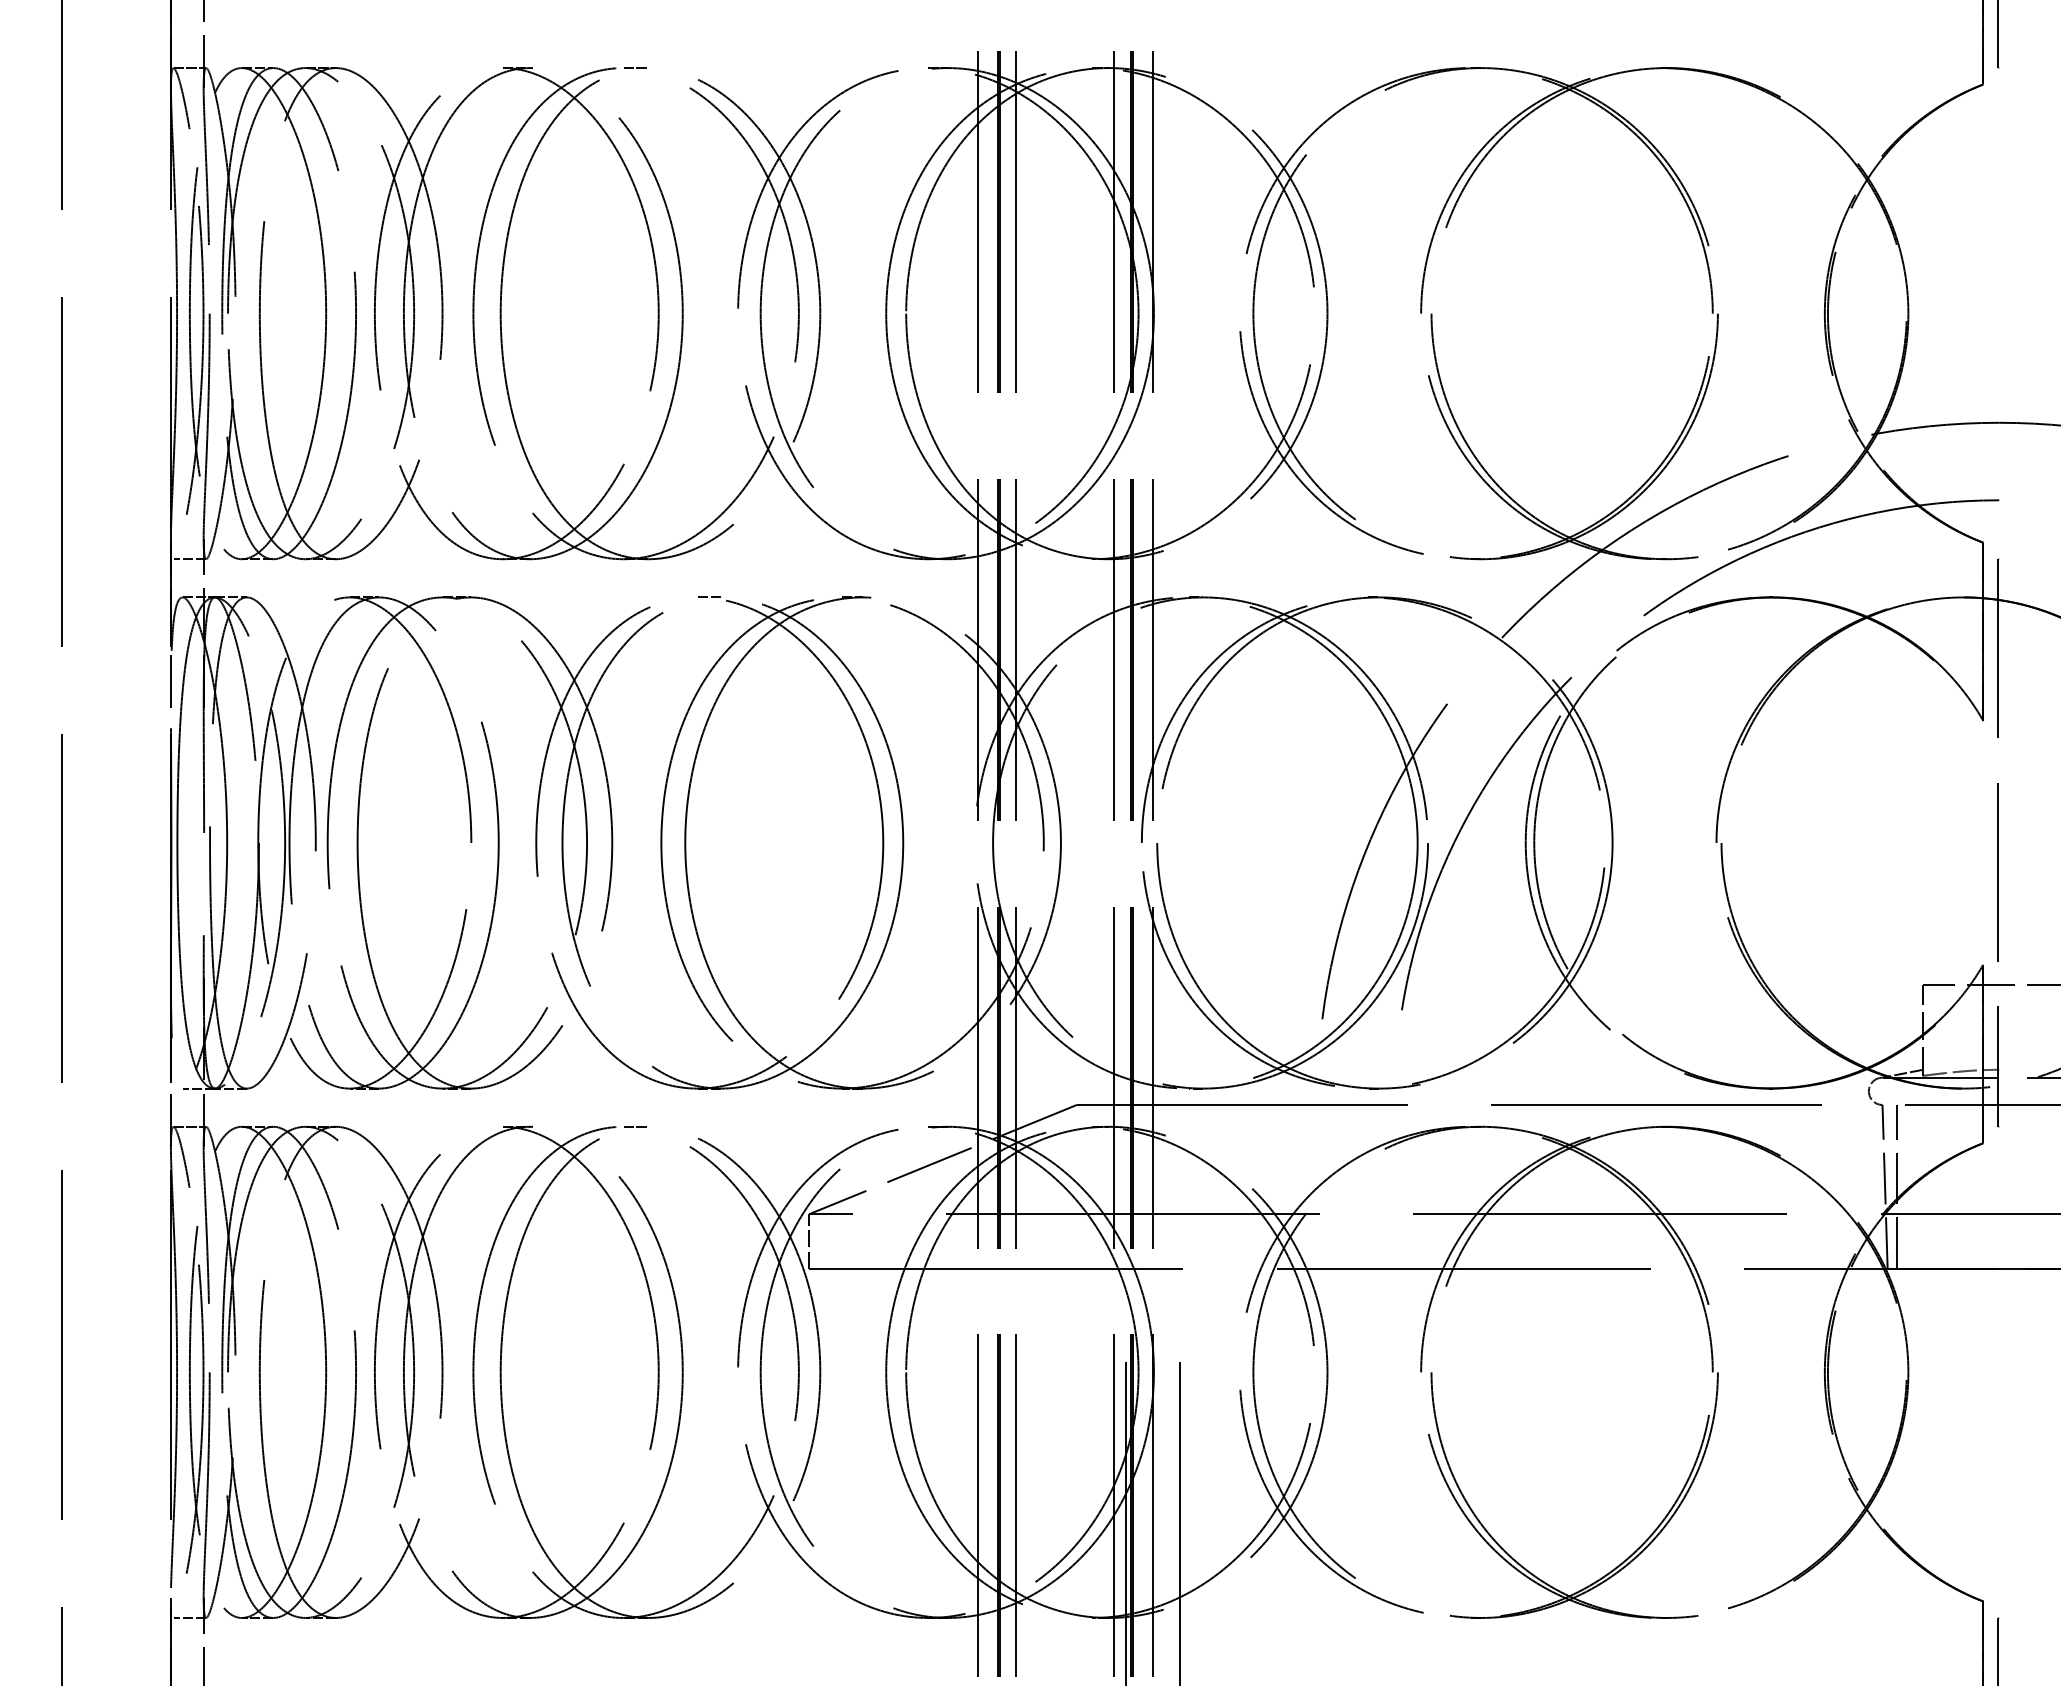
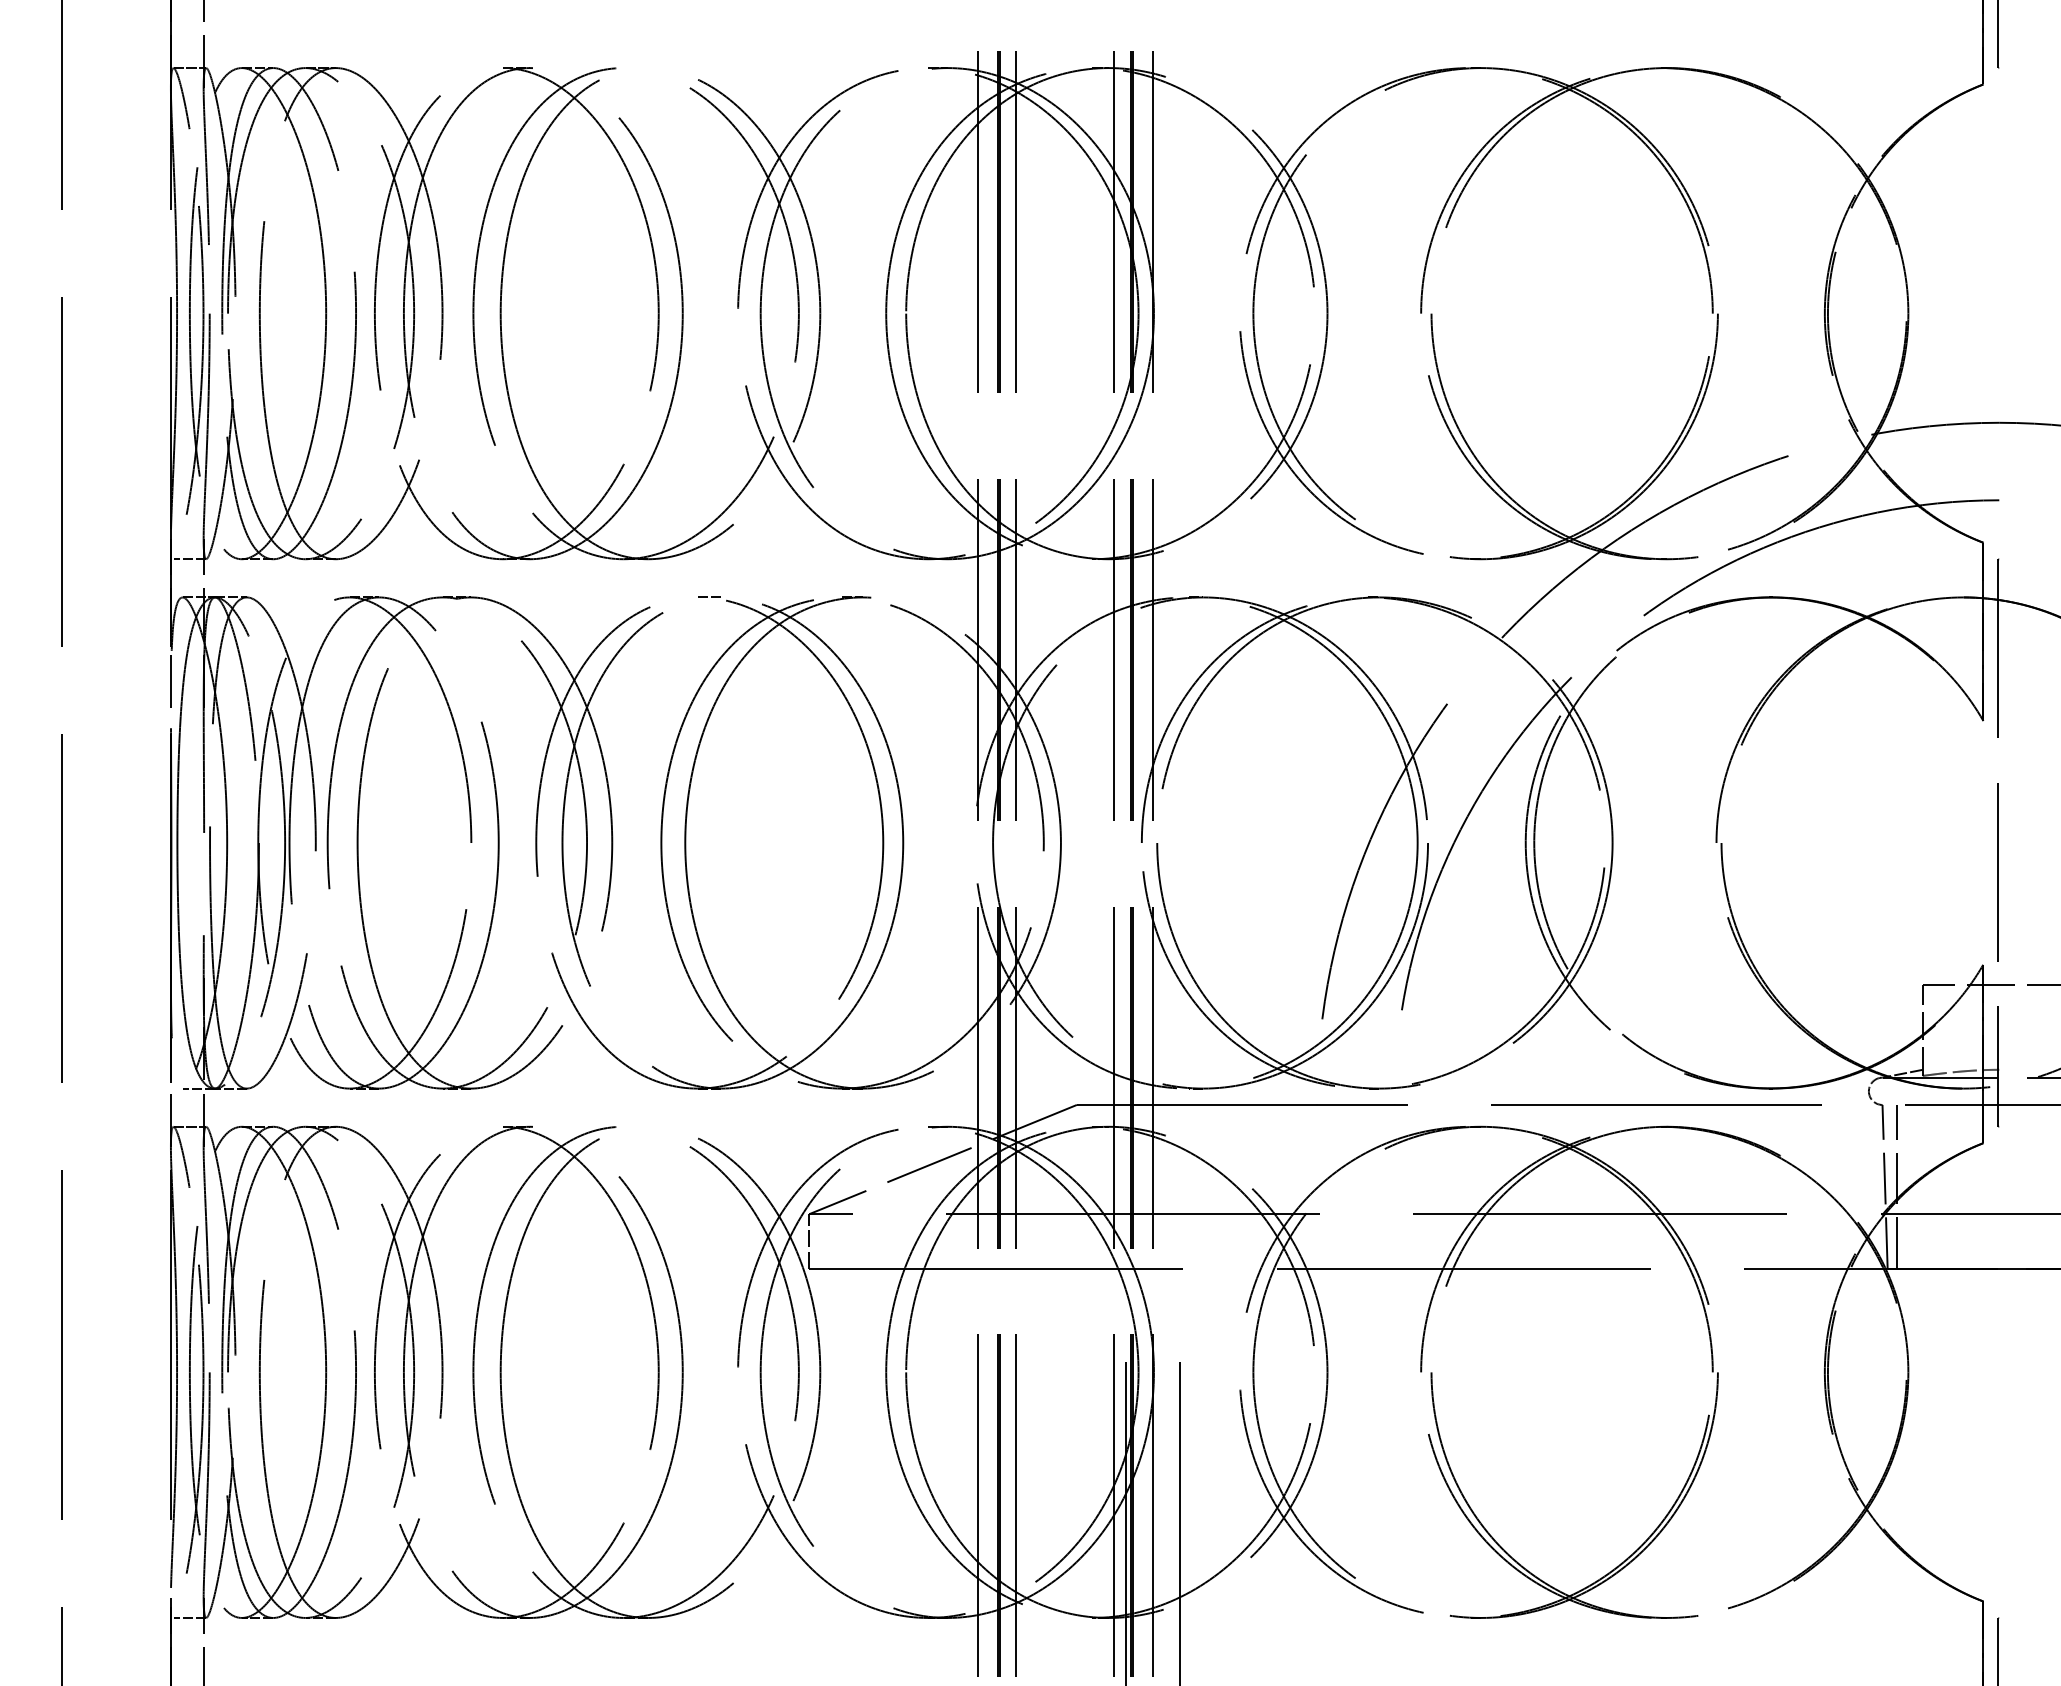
line at (635, 68): present -> none
line at (635, 1126): present -> none
